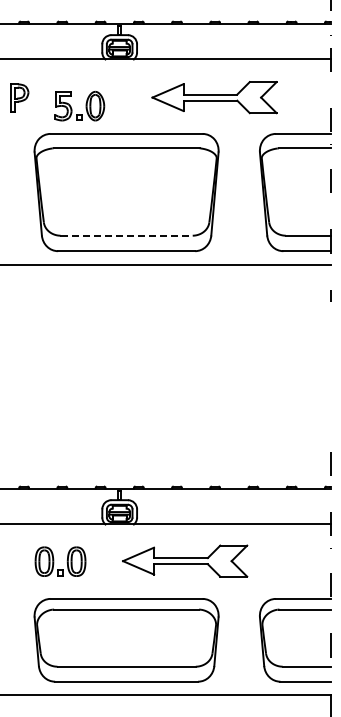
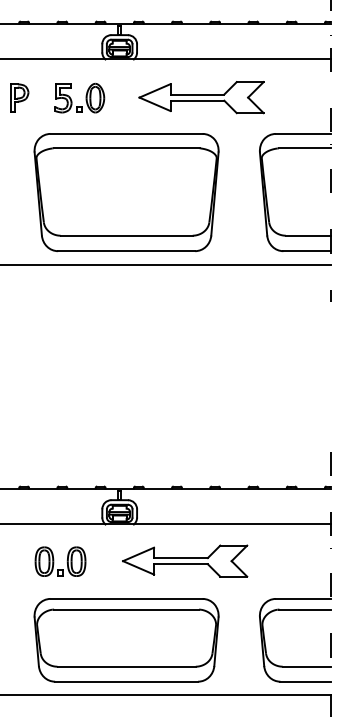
part at (214, 97) position: (214, 97) -> (201, 97)
part at (79, 105) position: (79, 105) -> (79, 97)
line at (126, 235): dashed -> solid
